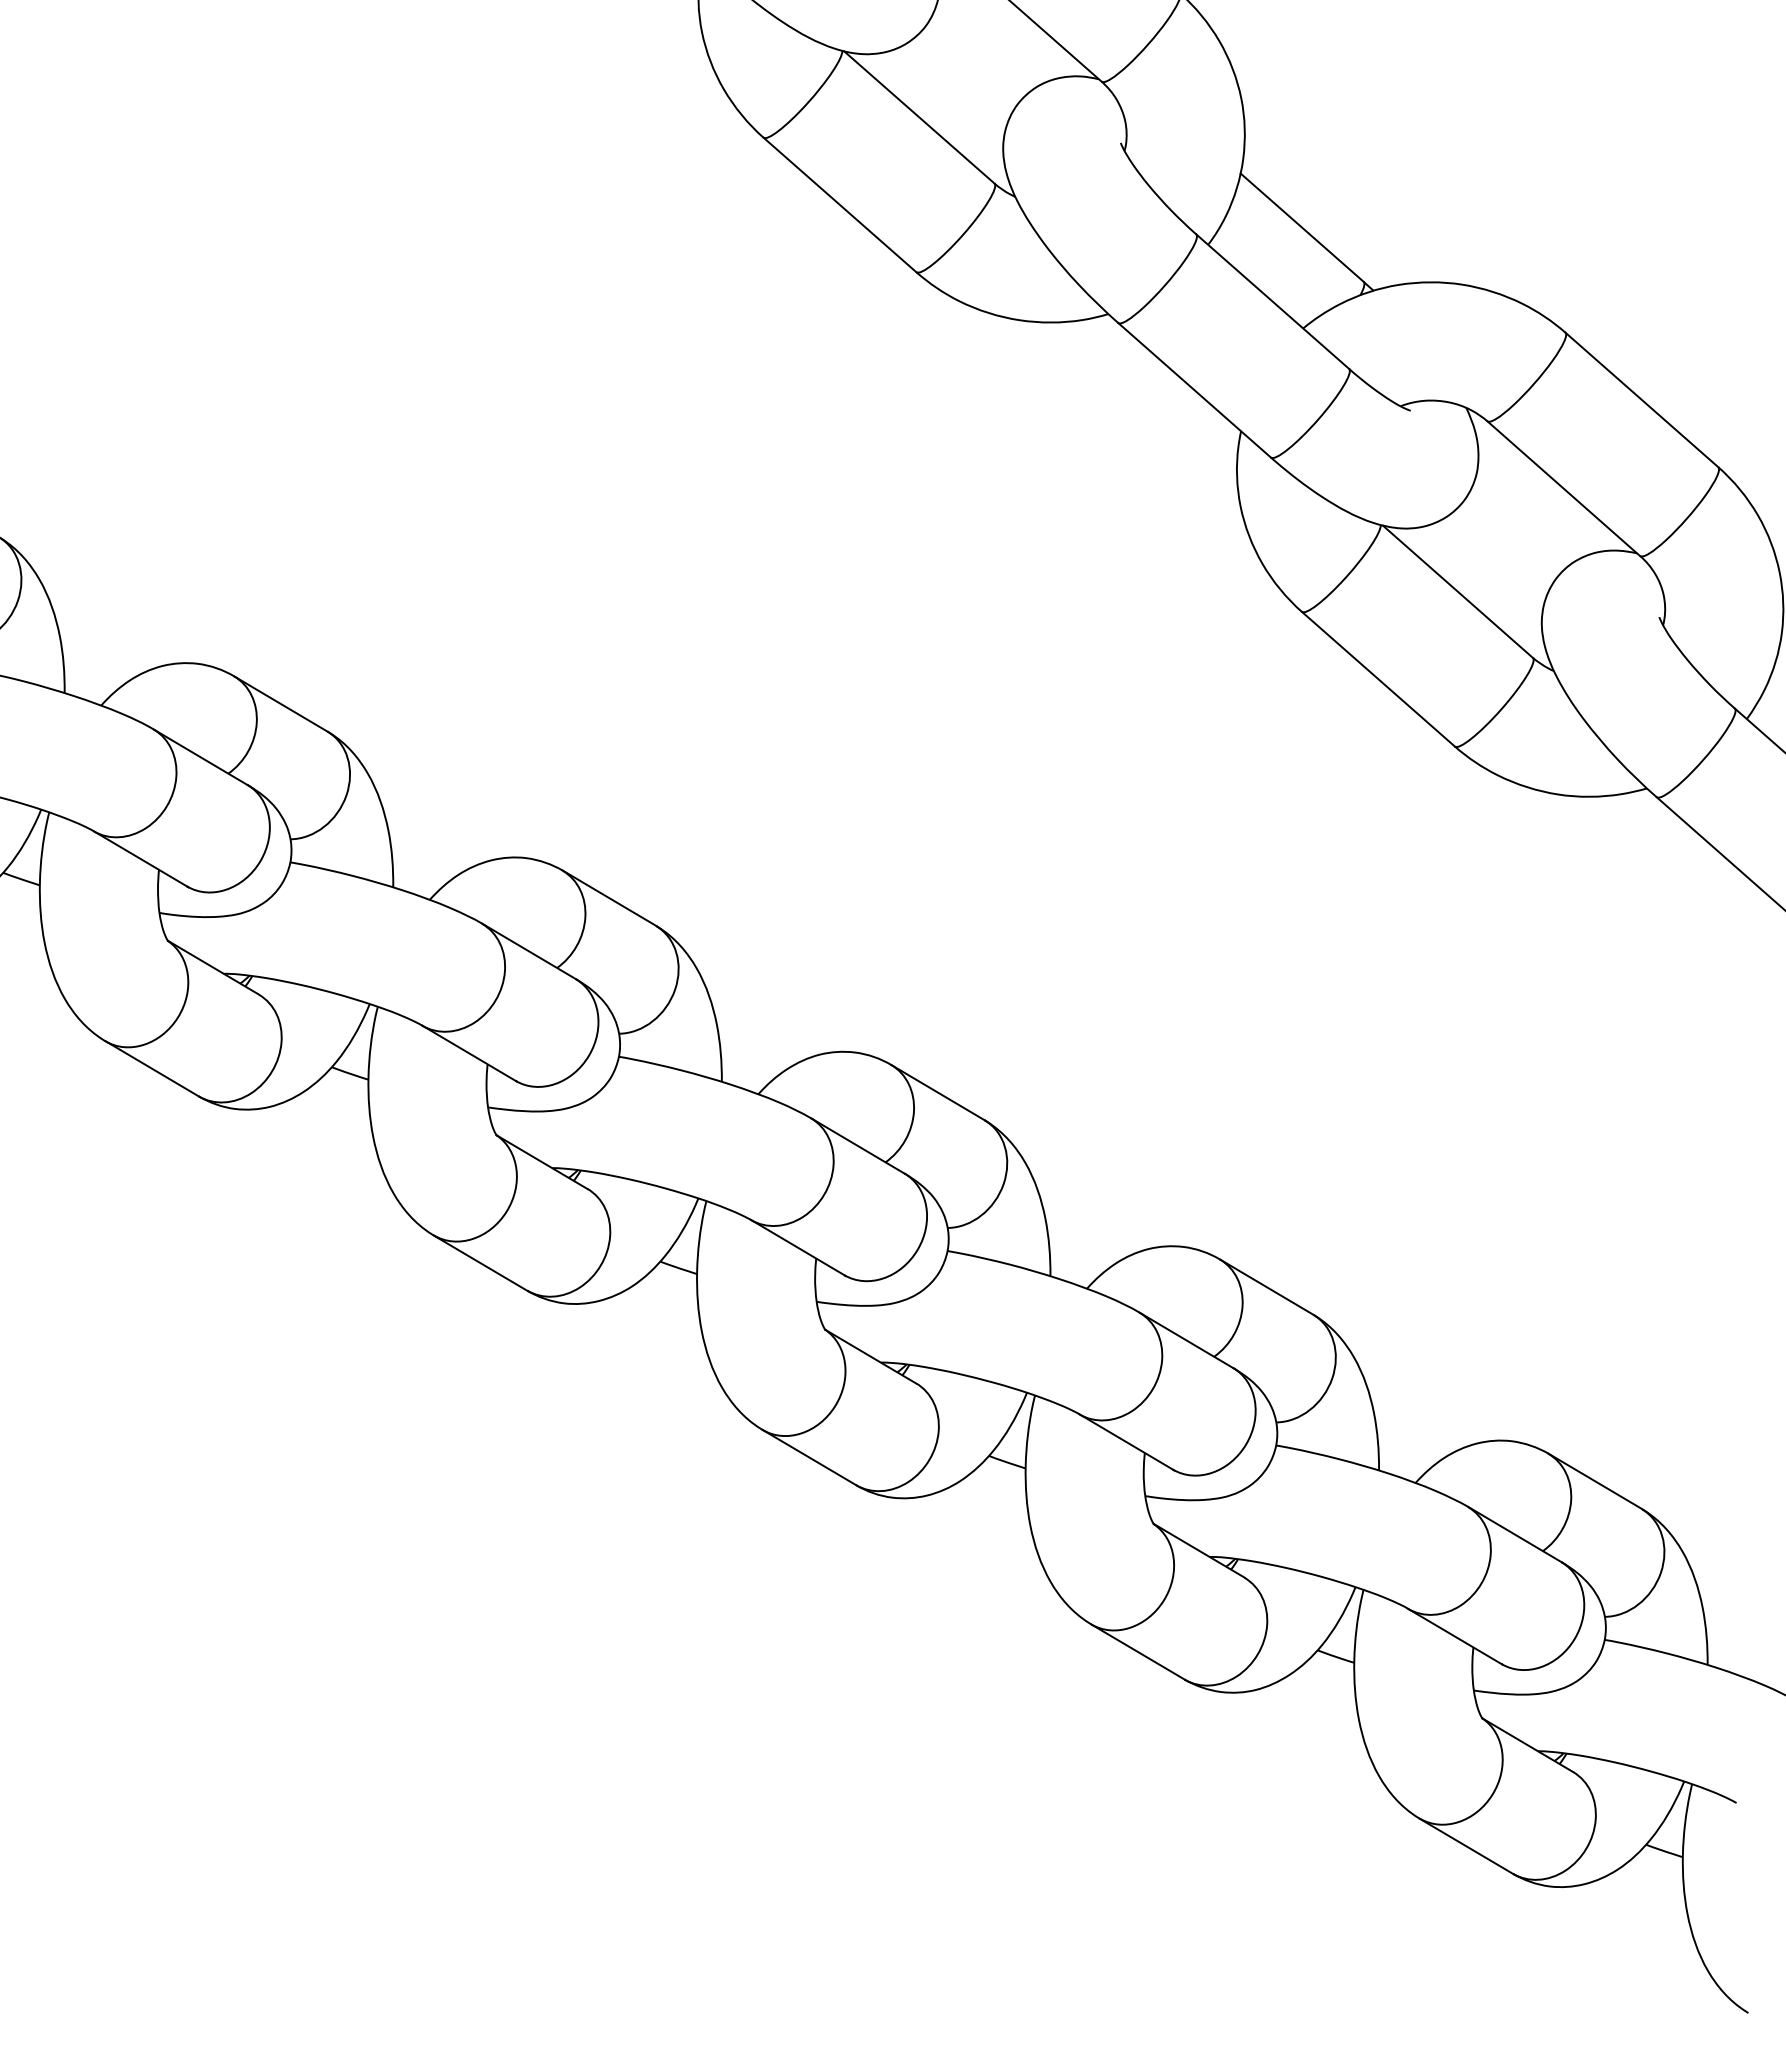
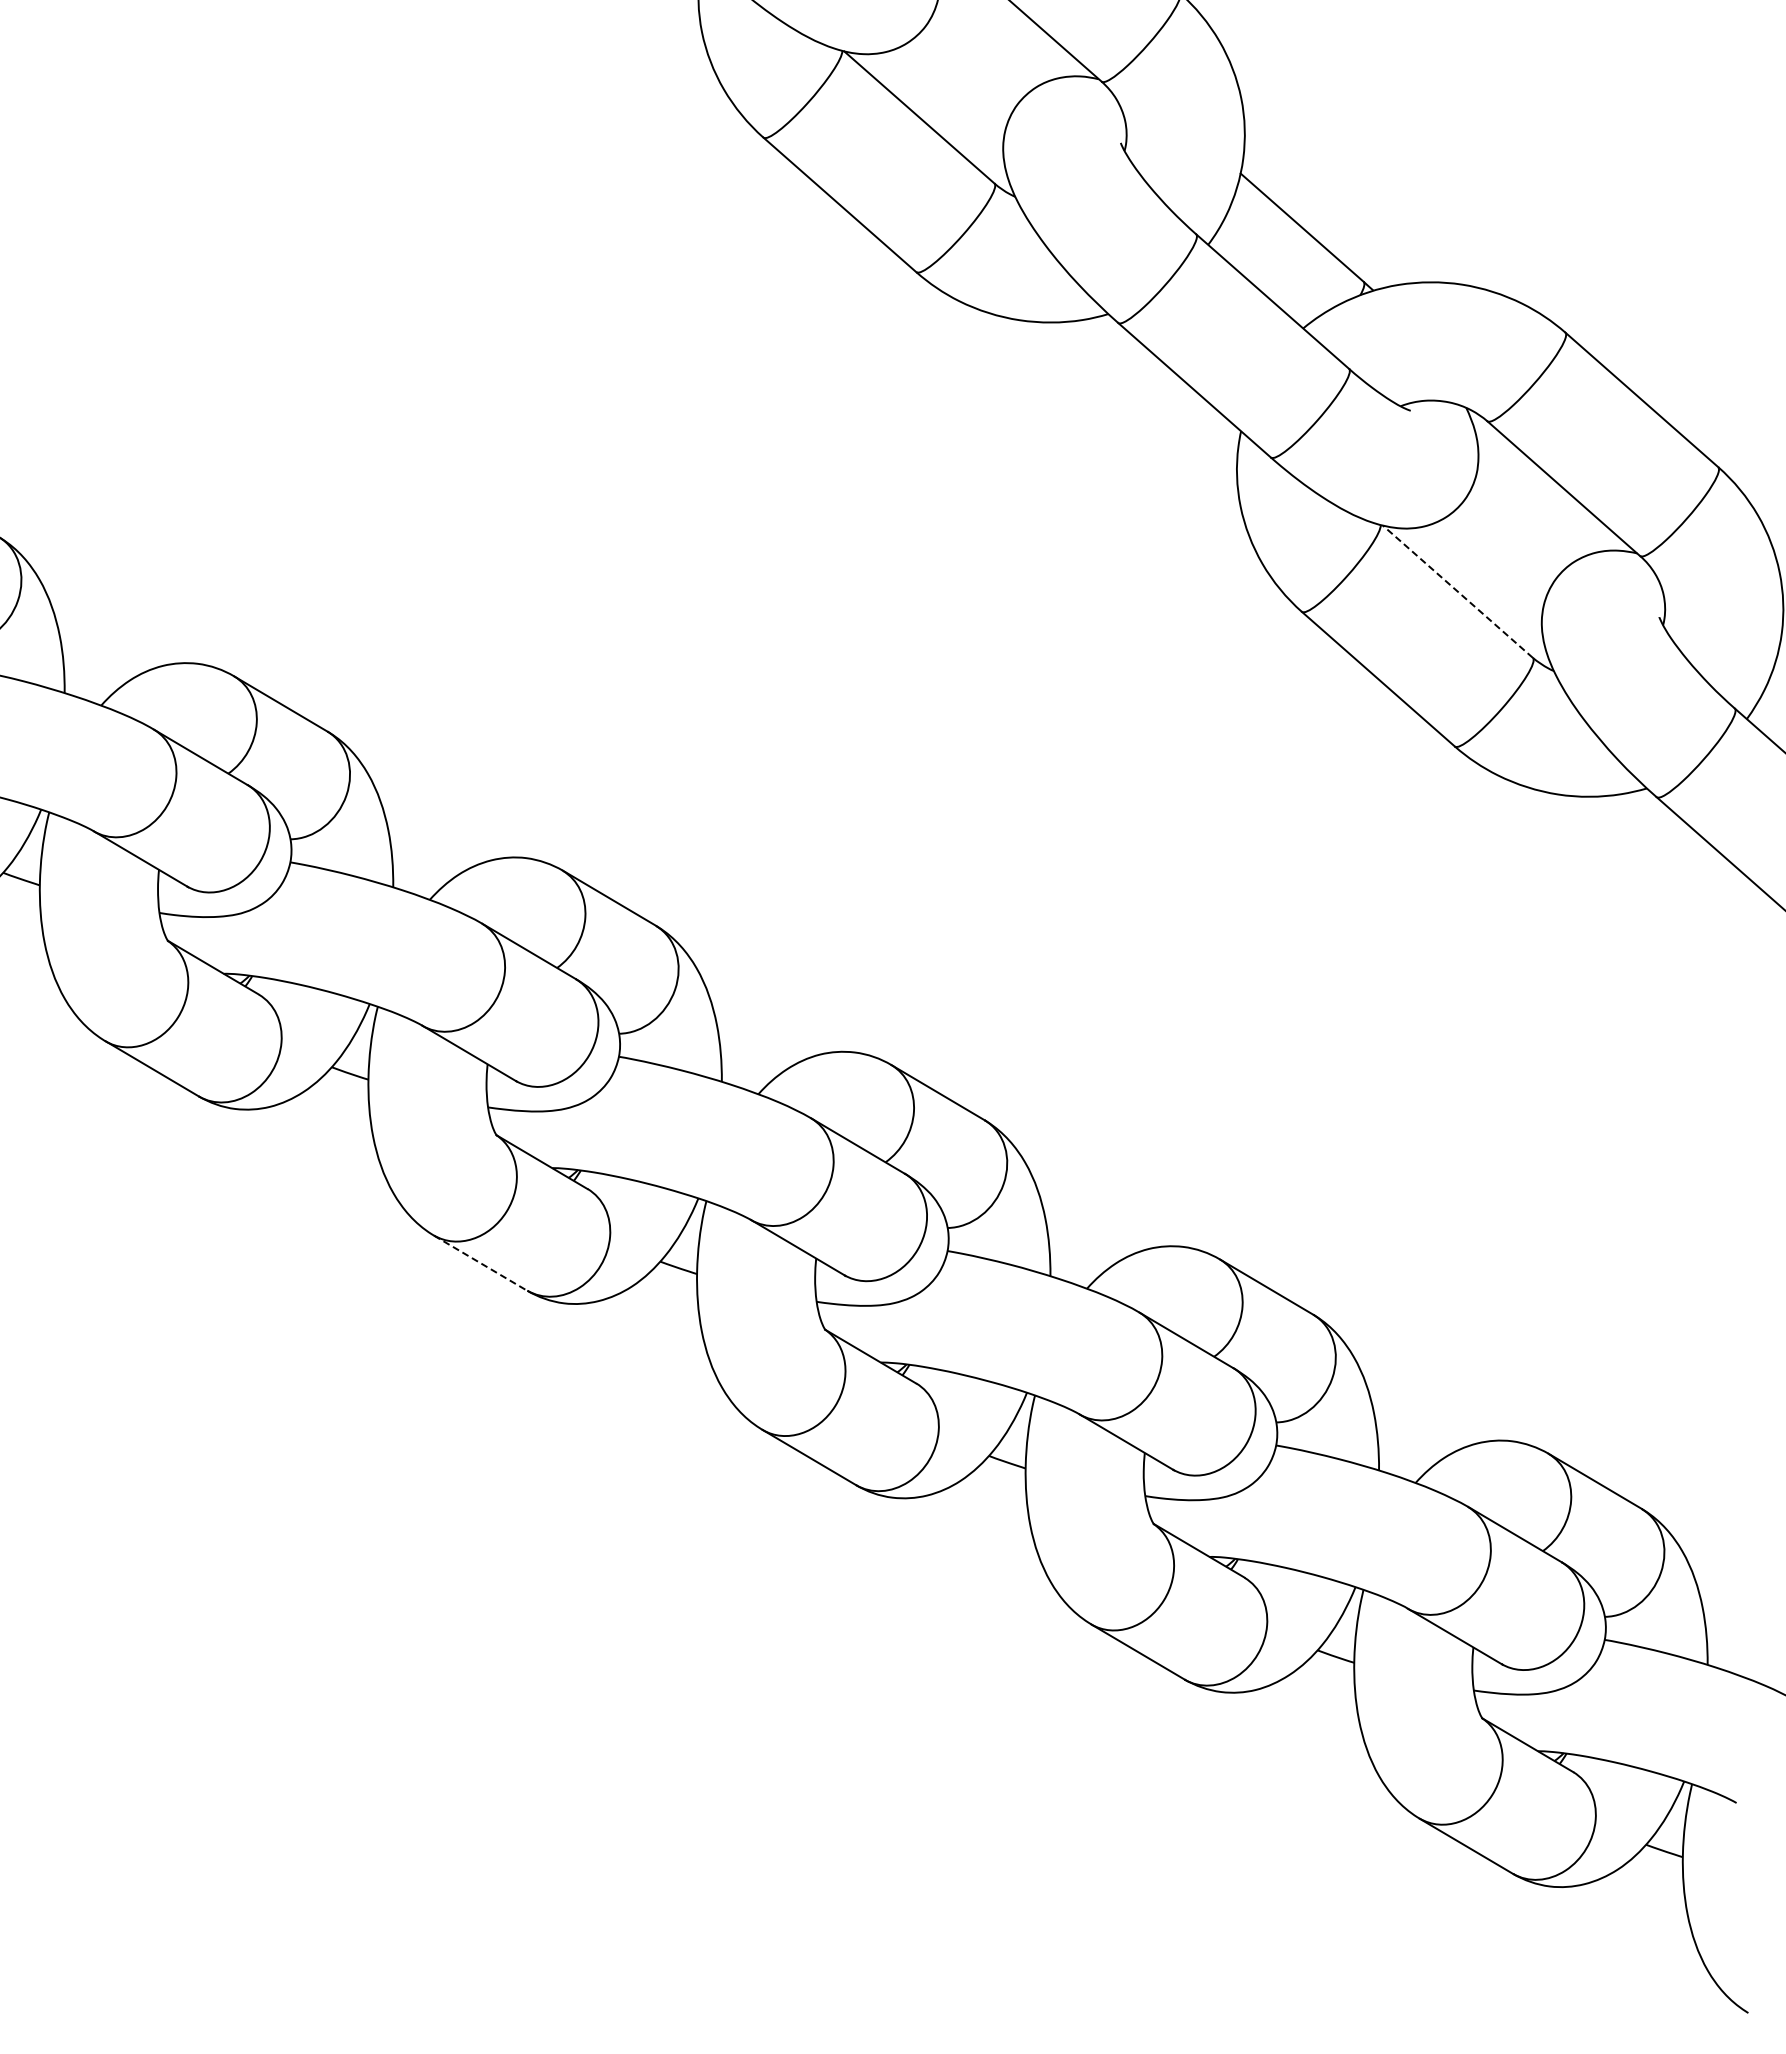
line at (1457, 591): solid -> dashed
line at (481, 1263): solid -> dashed
